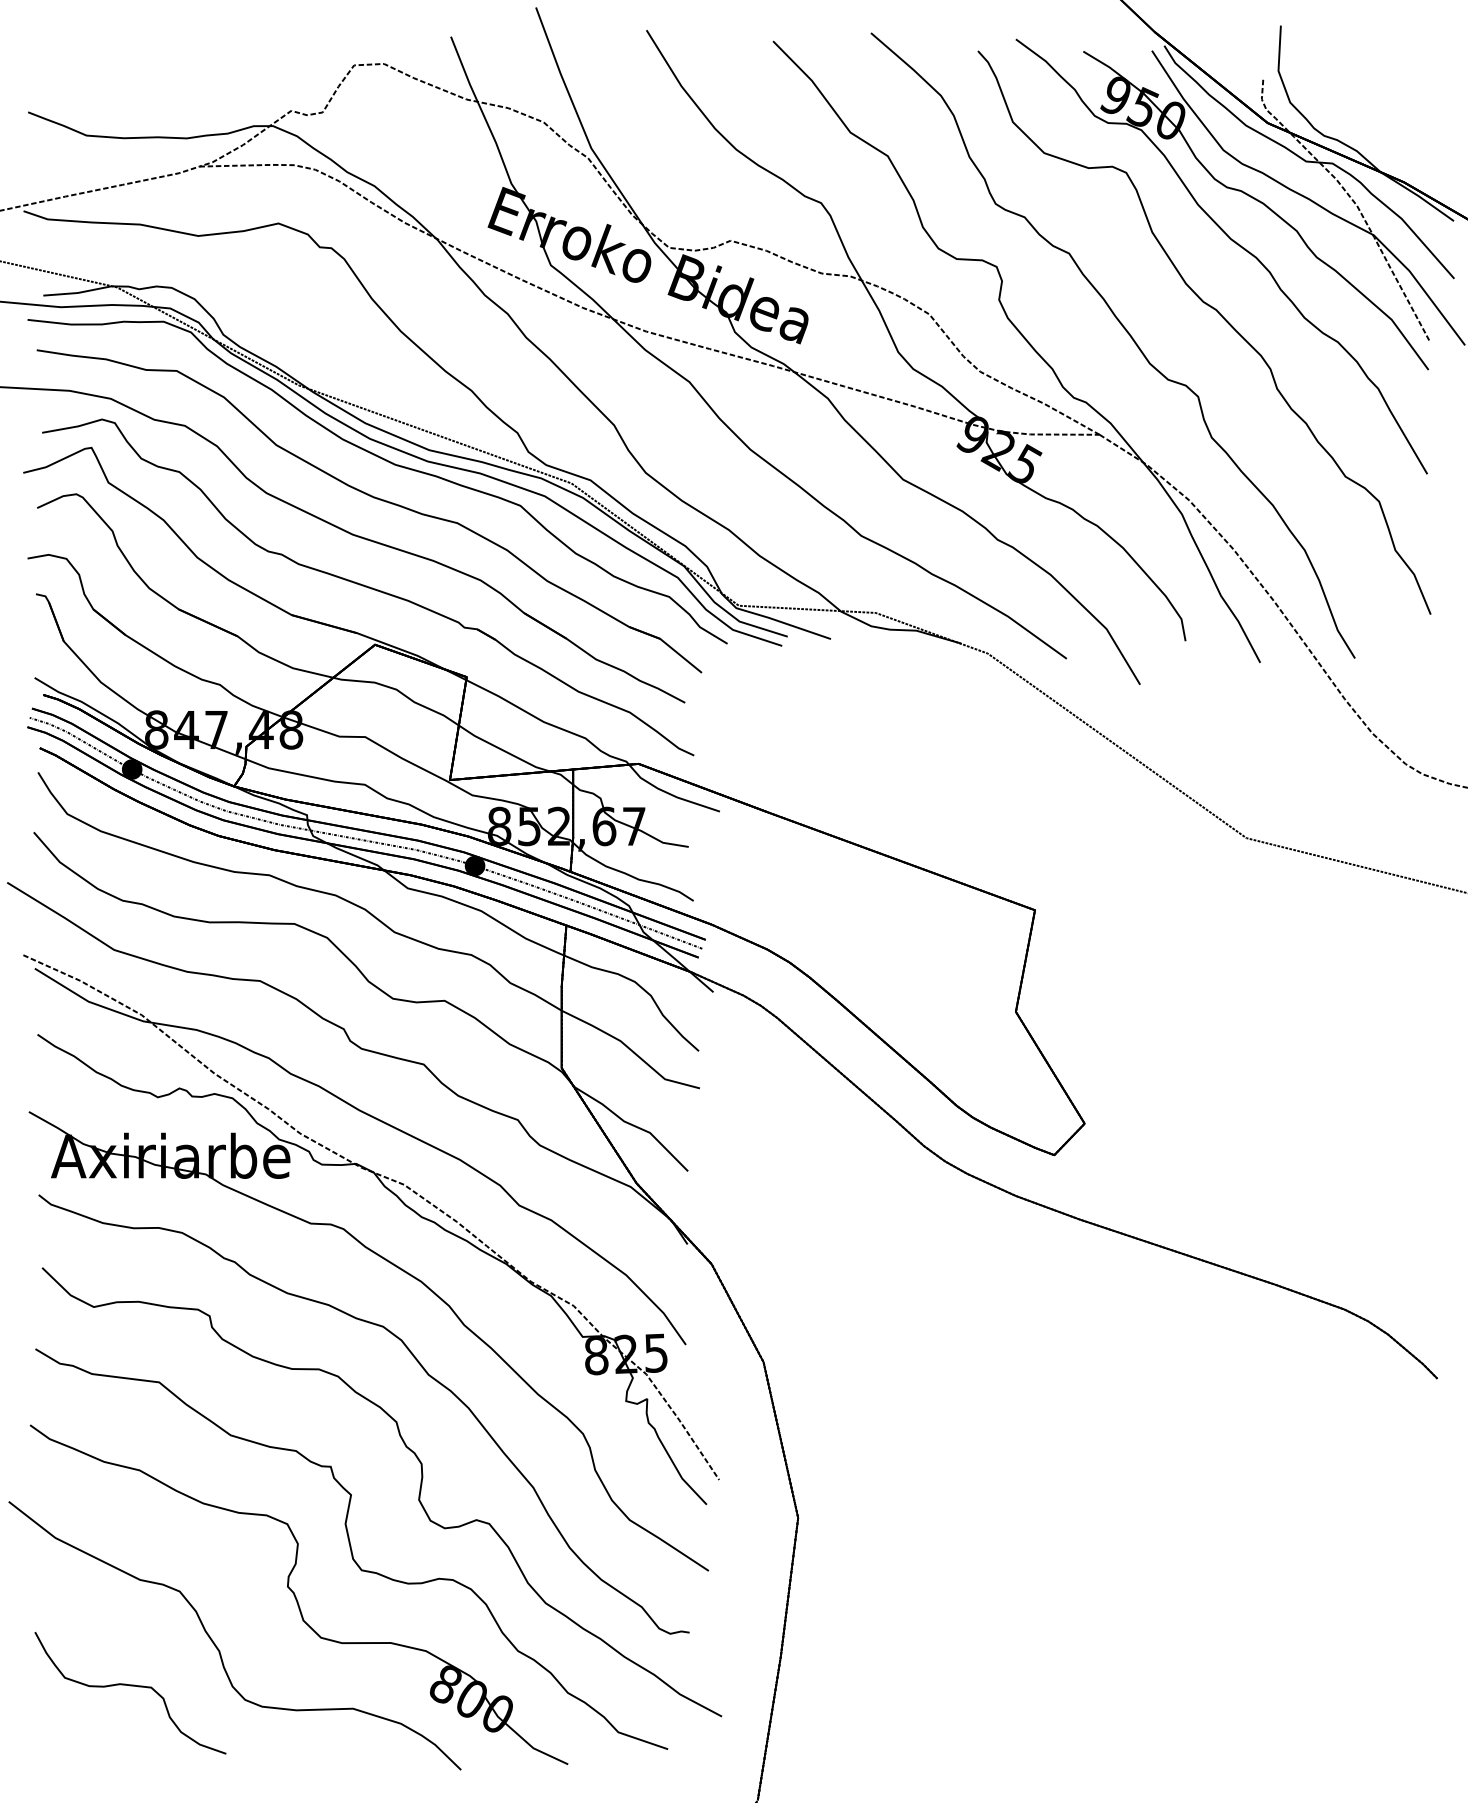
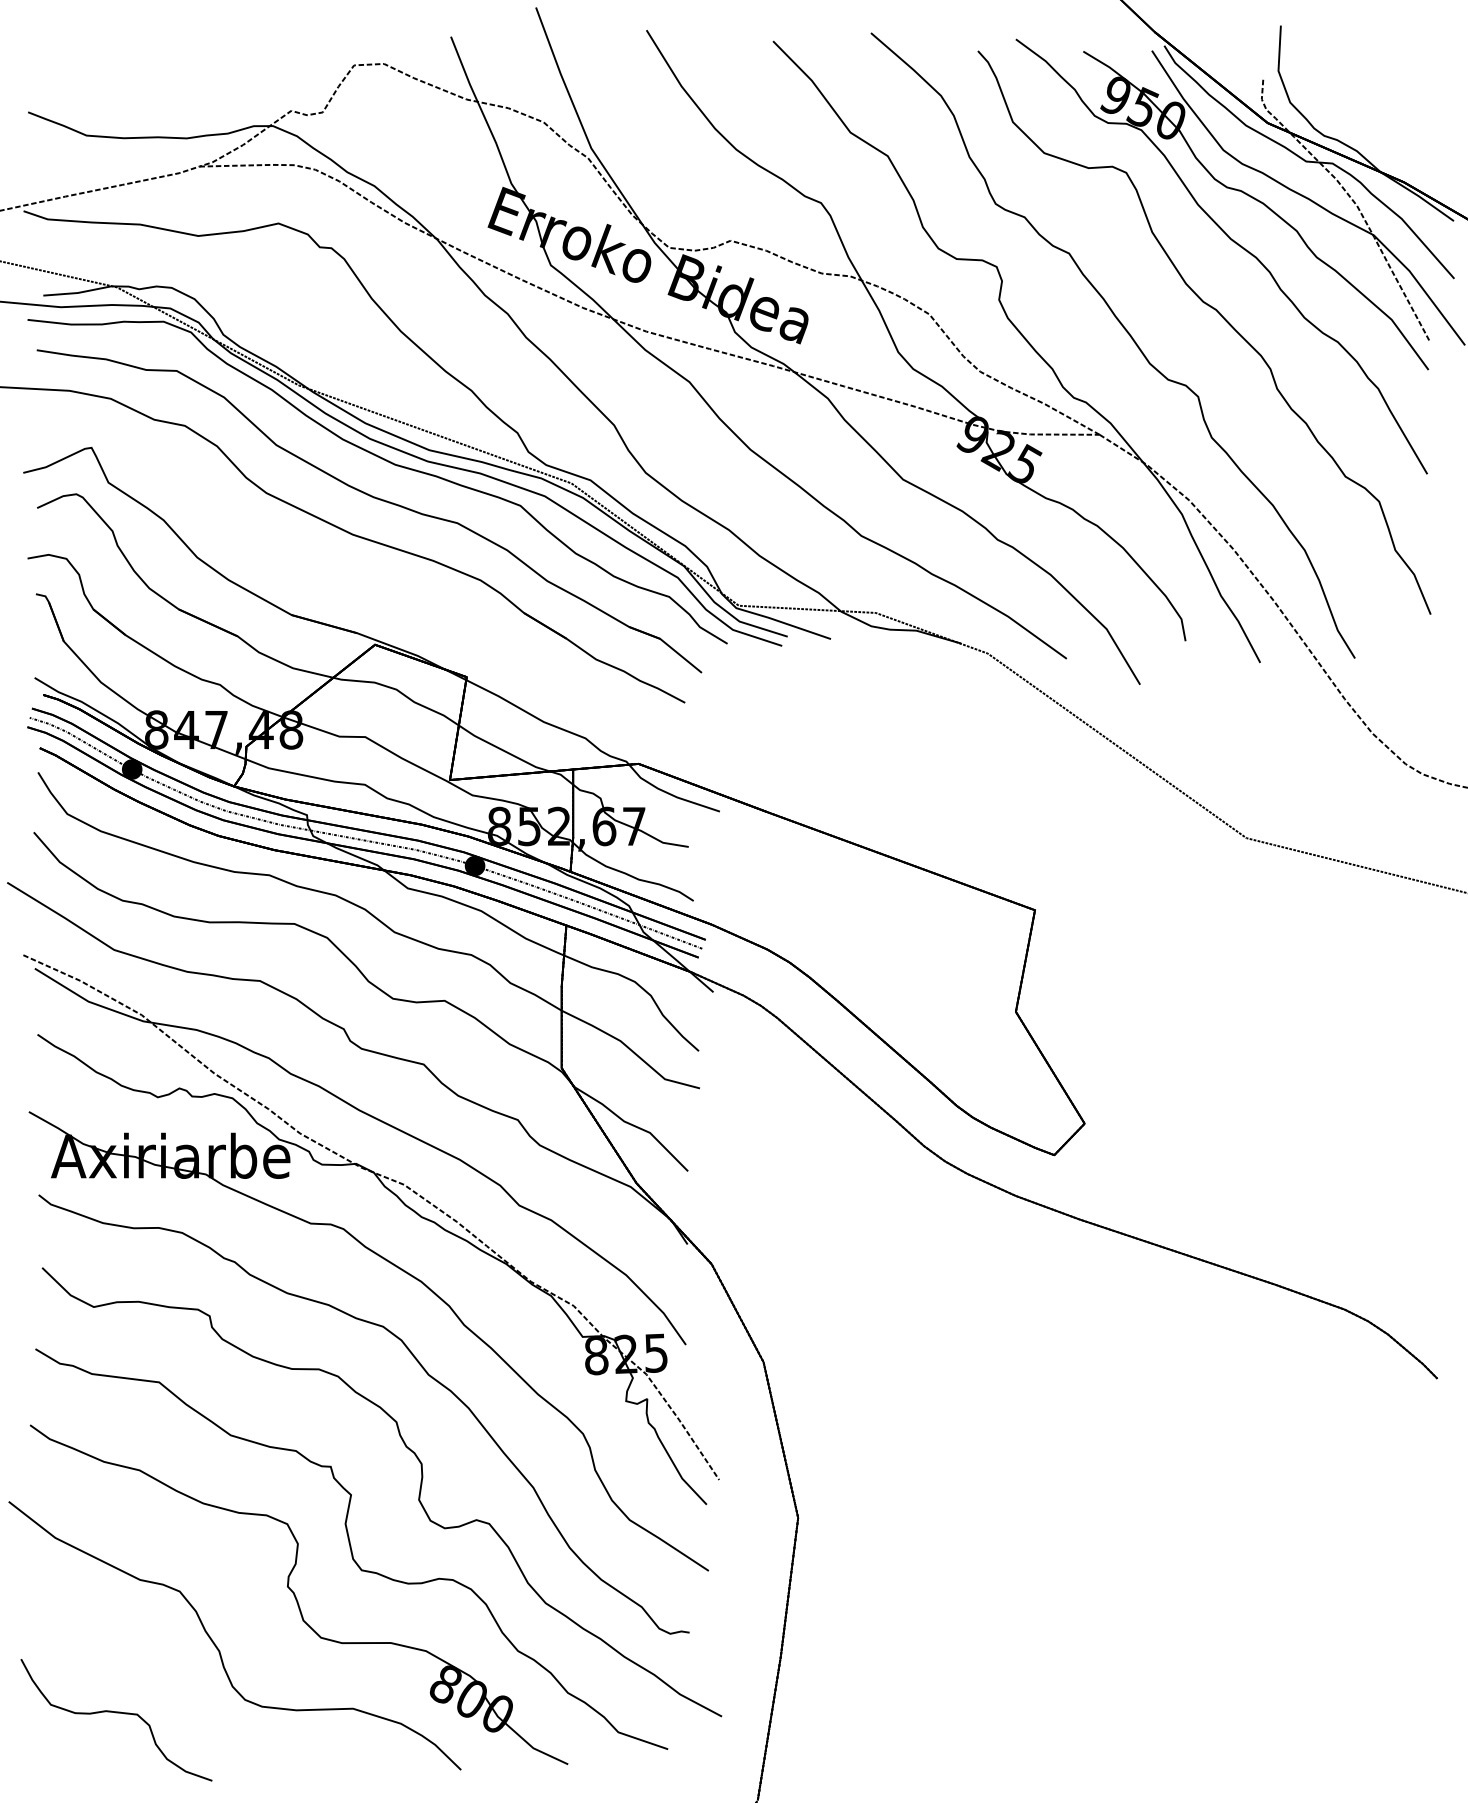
part at (368, 587): present -> none
part at (130, 1686) position: (130, 1686) -> (116, 1713)
